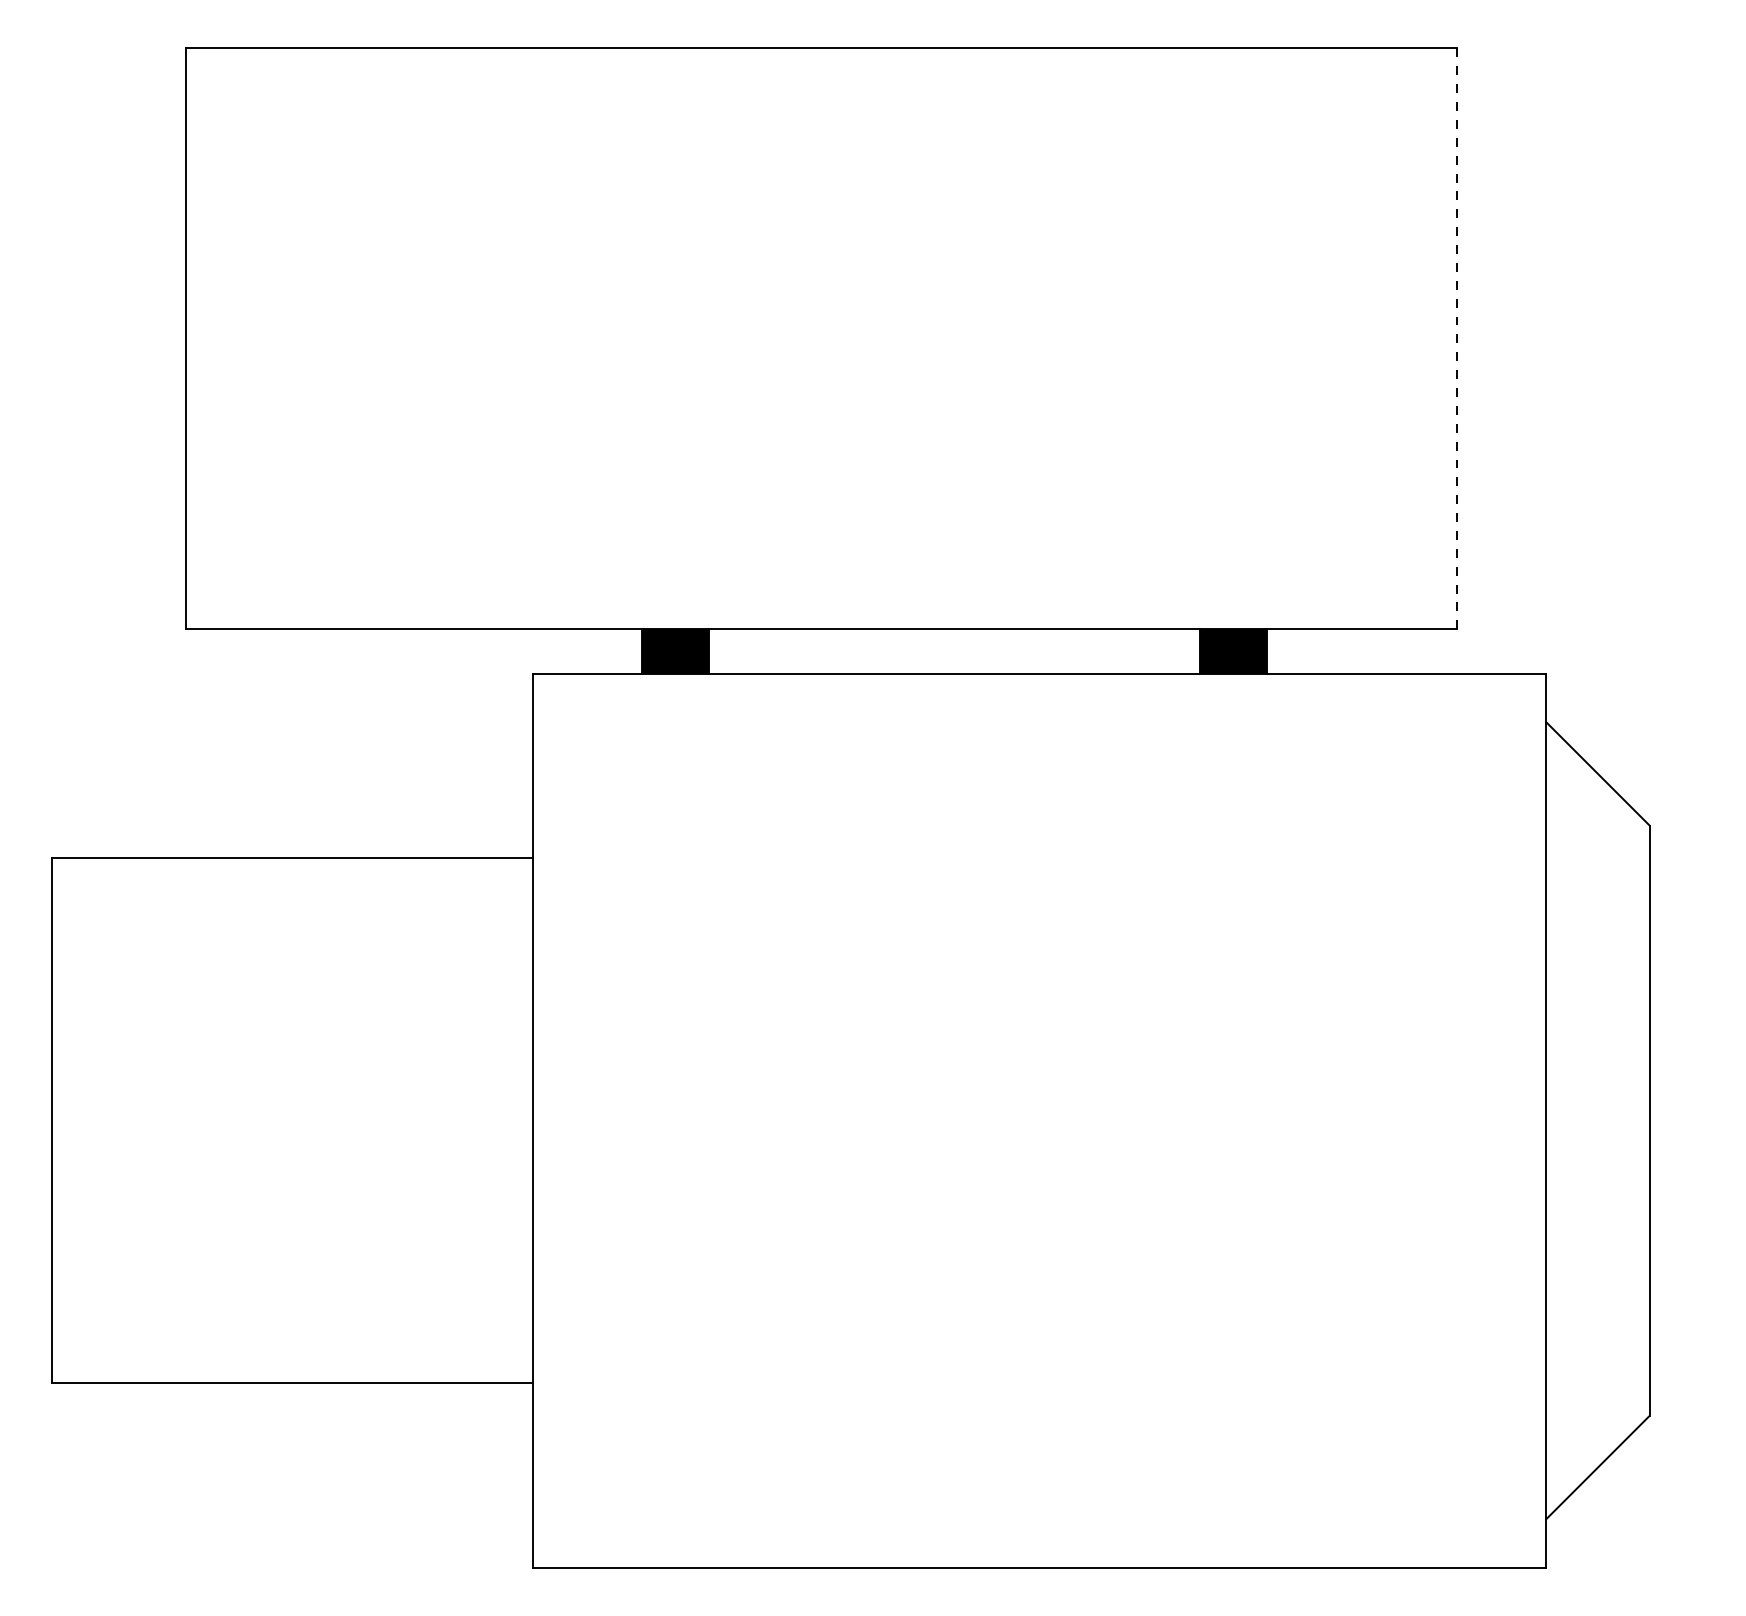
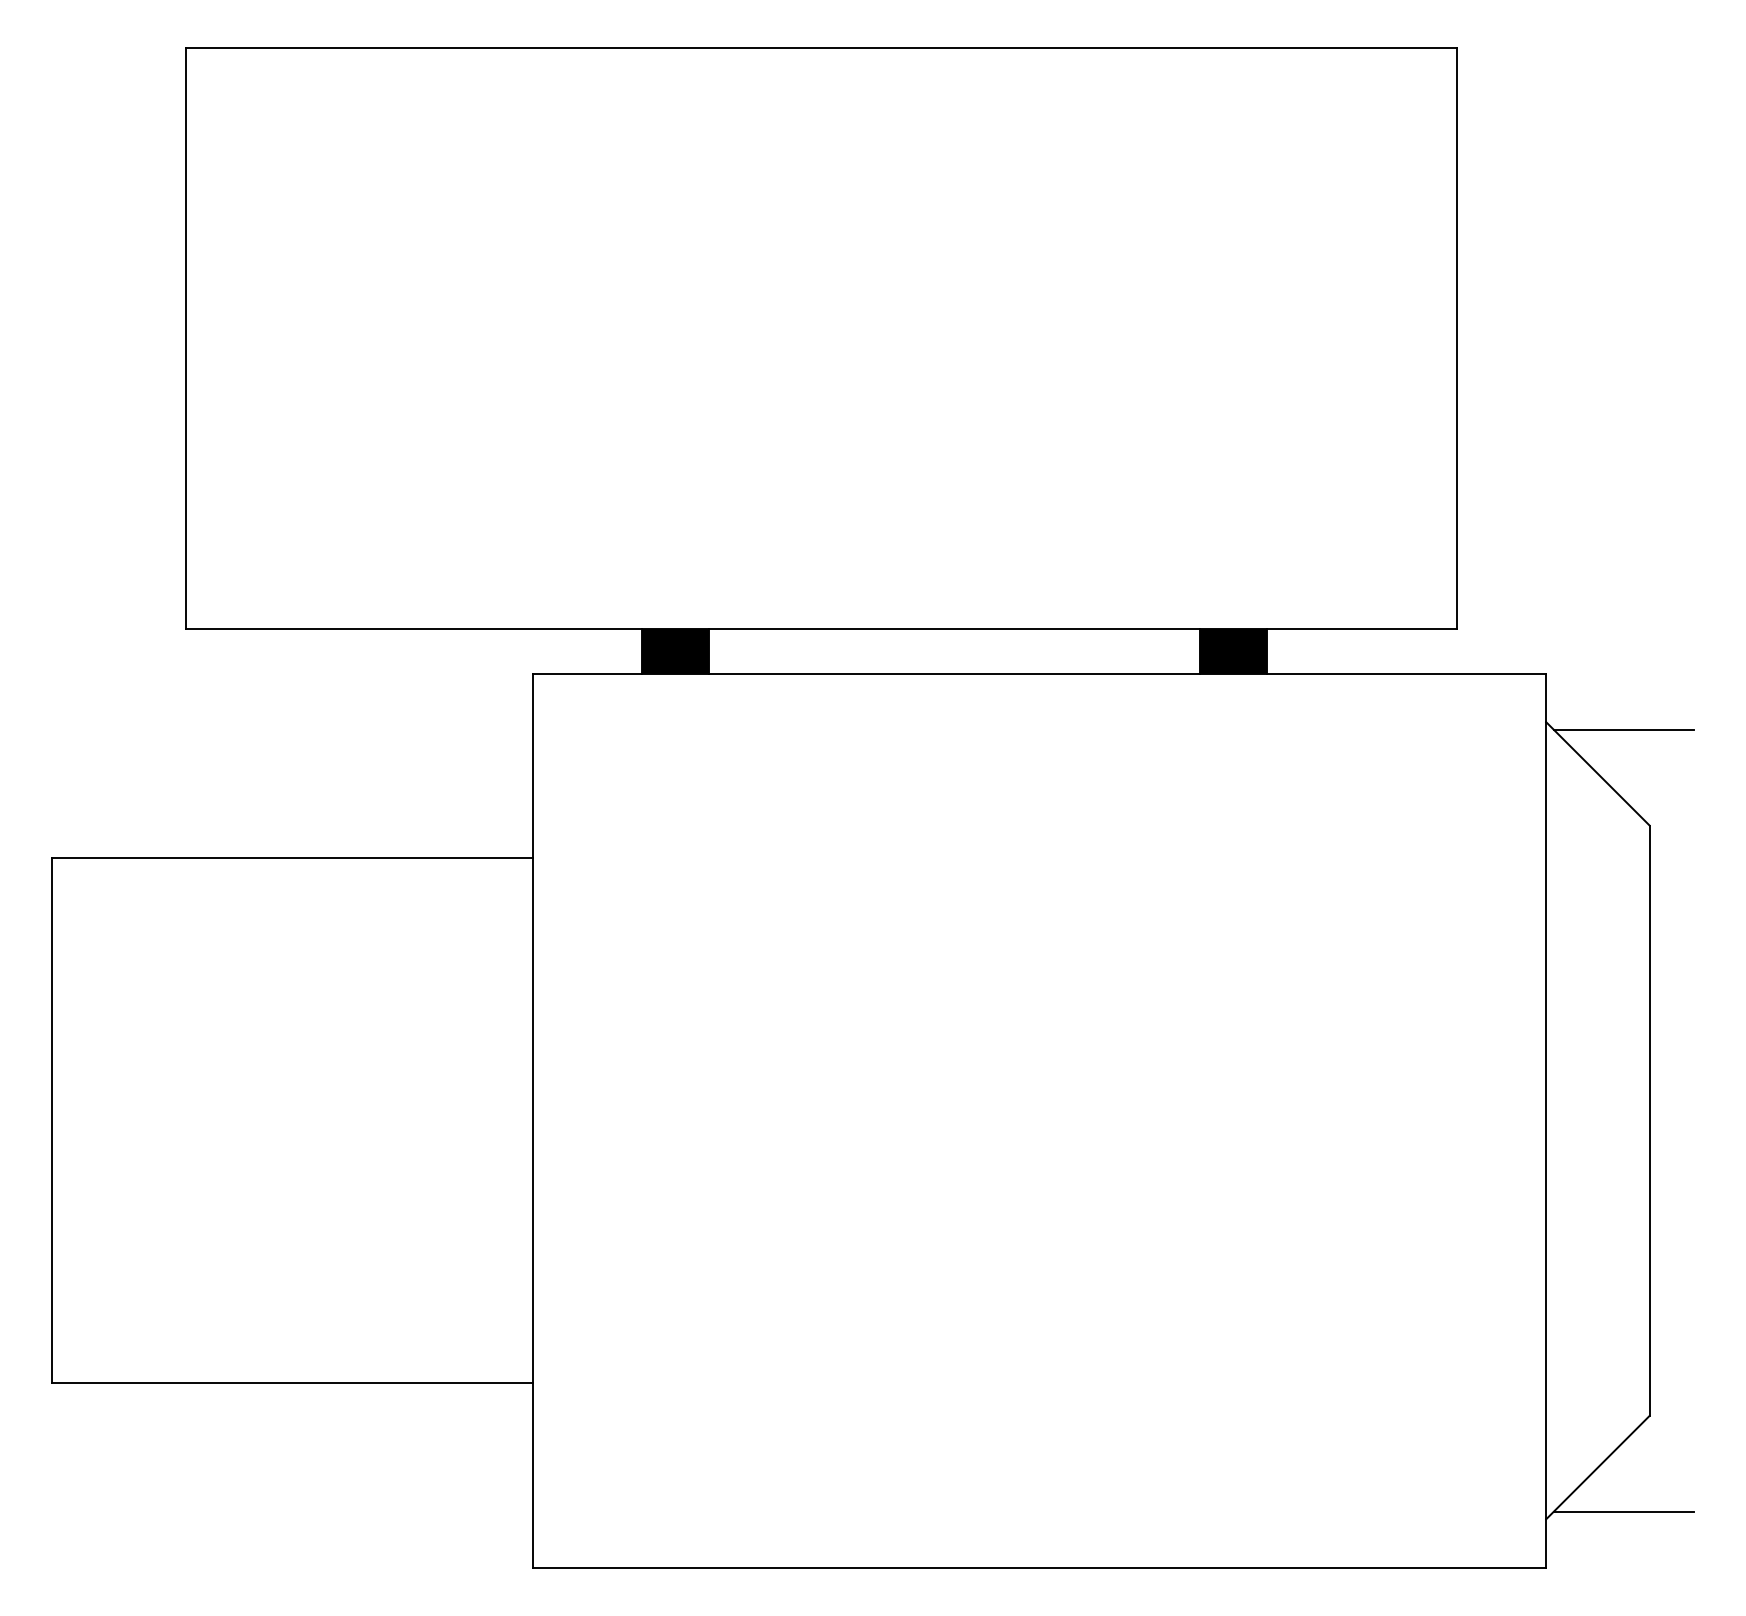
line at (1456, 338): dashed -> solid
line at (1623, 729): none -> present
line at (1623, 1511): none -> present
